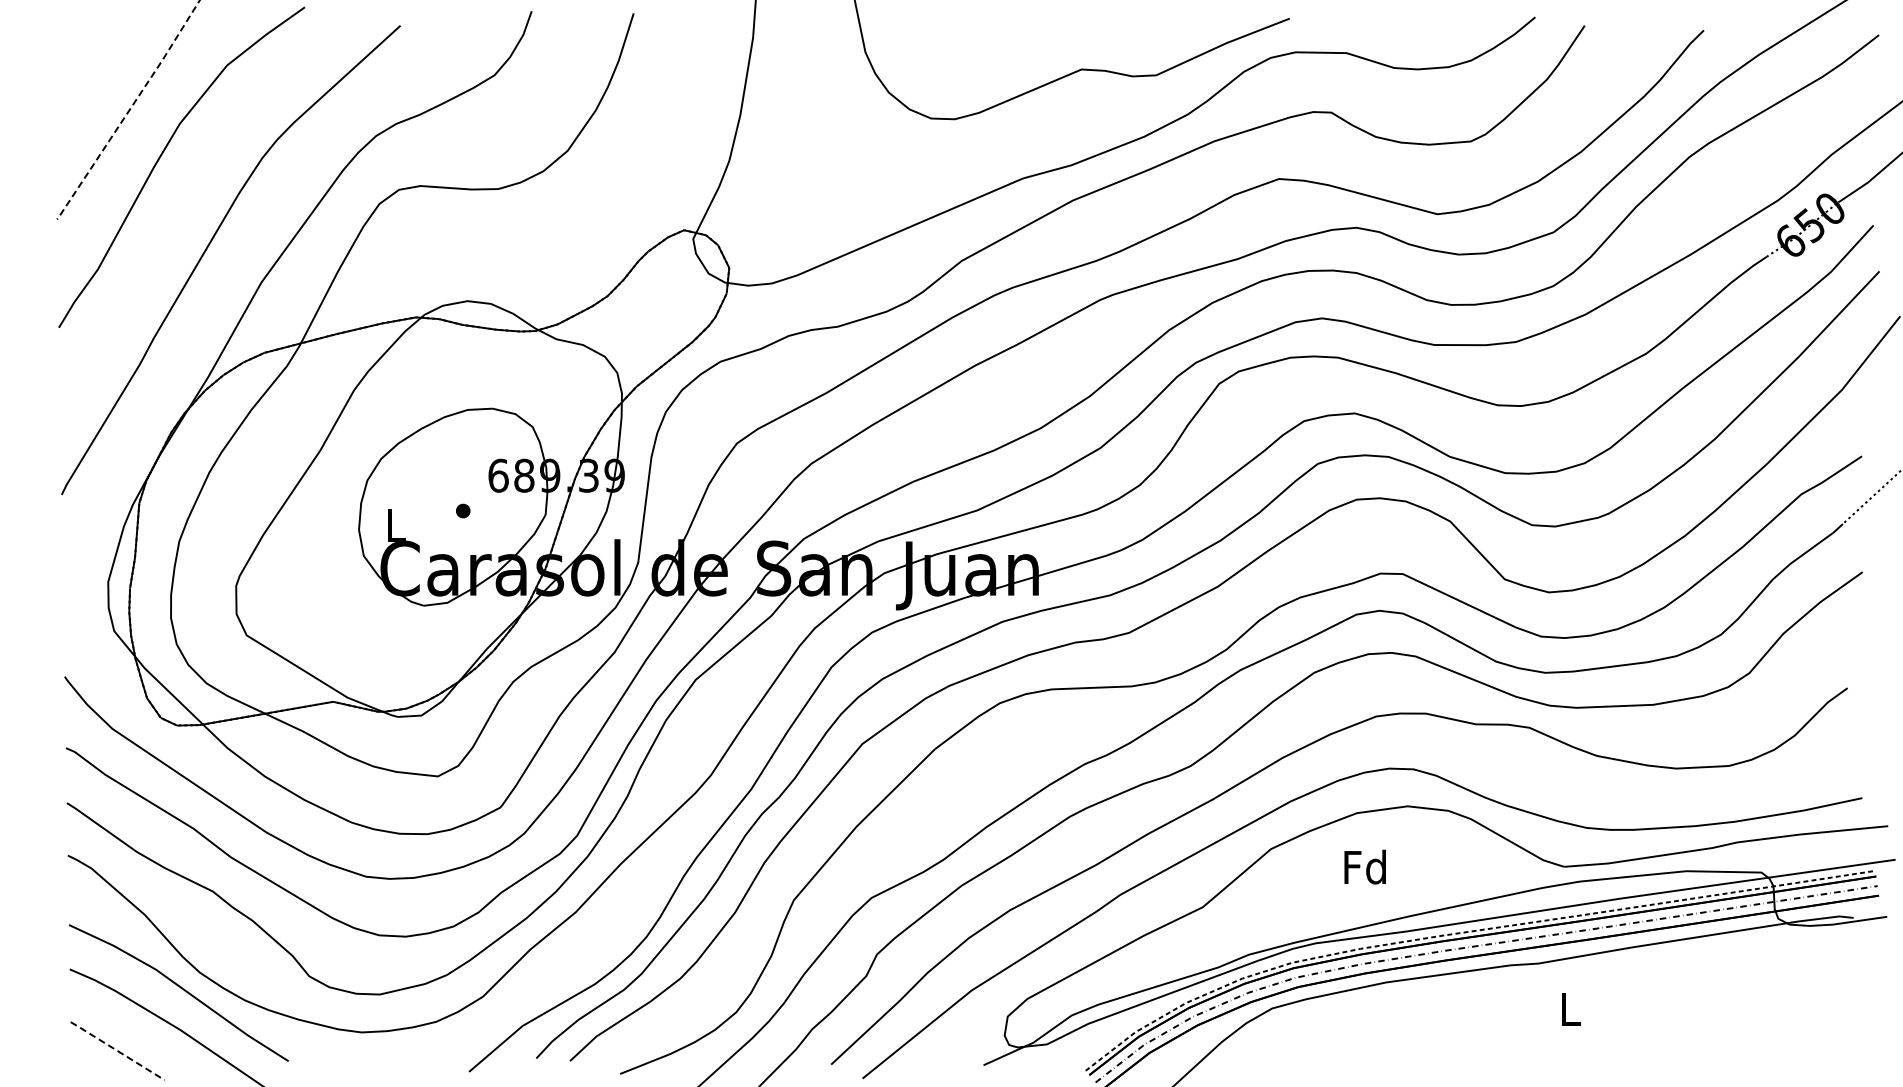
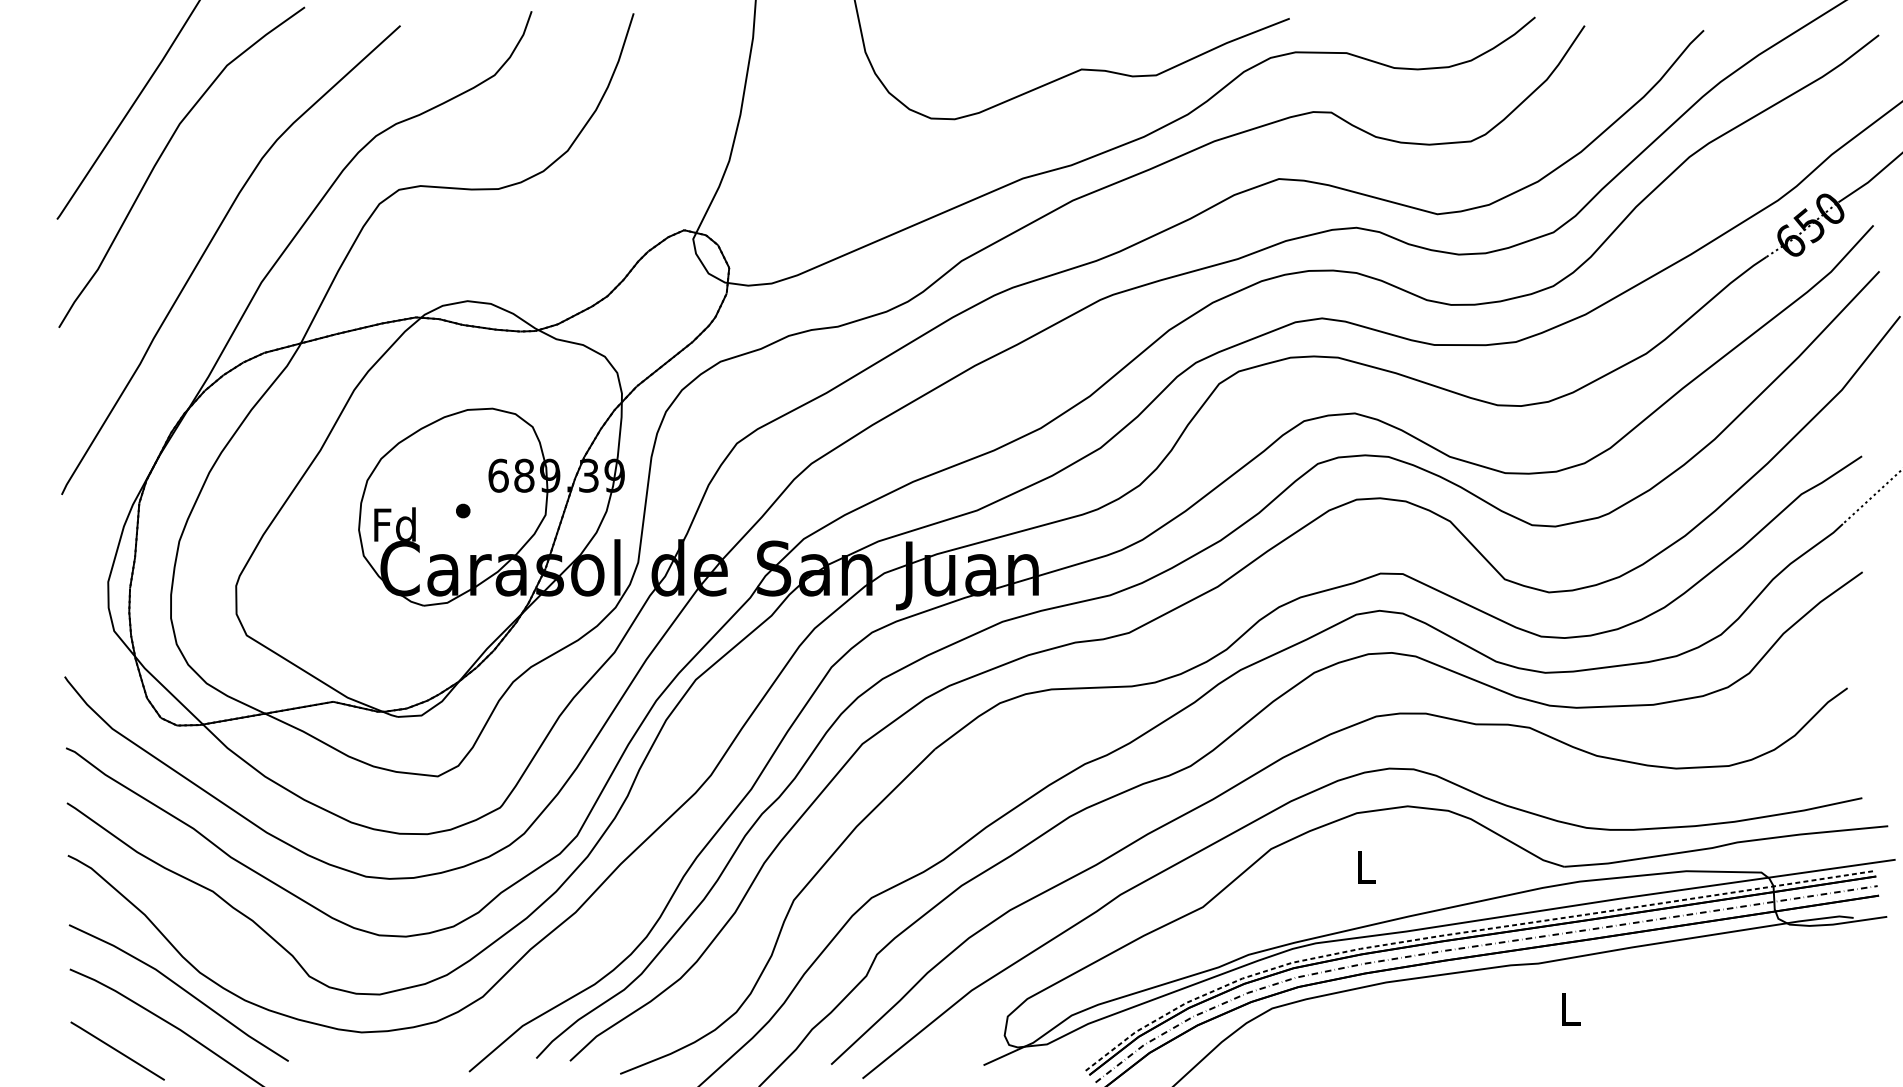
line at (128, 111): dashed -> solid
text at (394, 524): L -> Fd
text at (1364, 866): Fd -> L
line at (117, 1050): dashed -> solid
